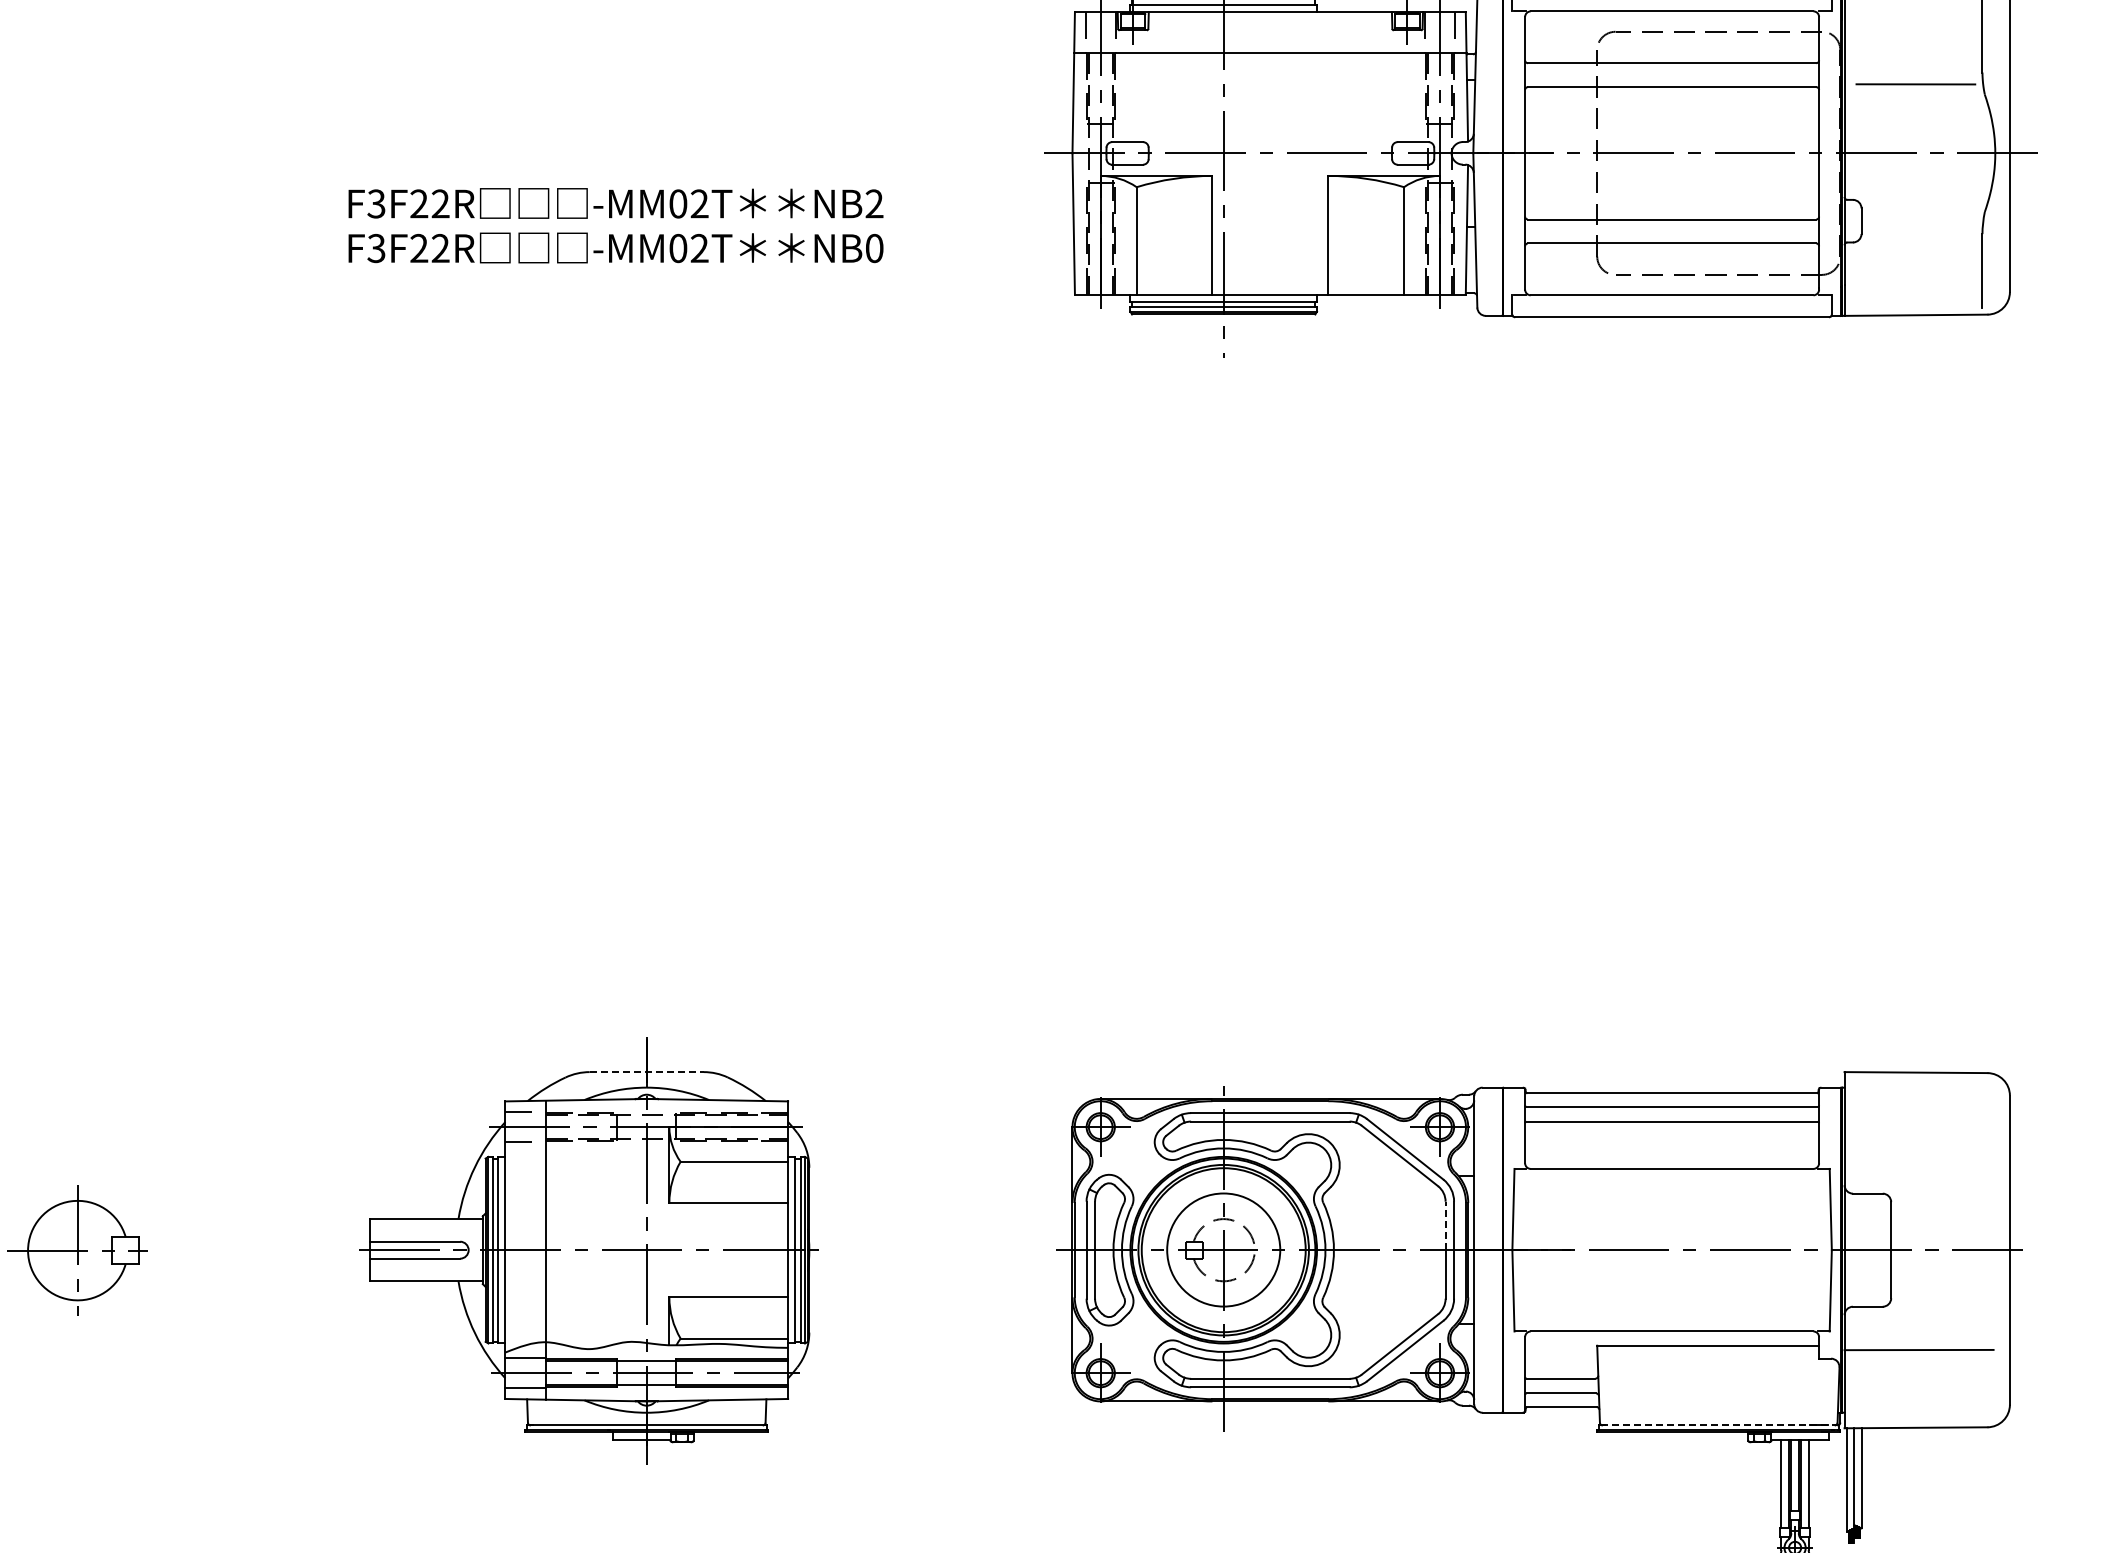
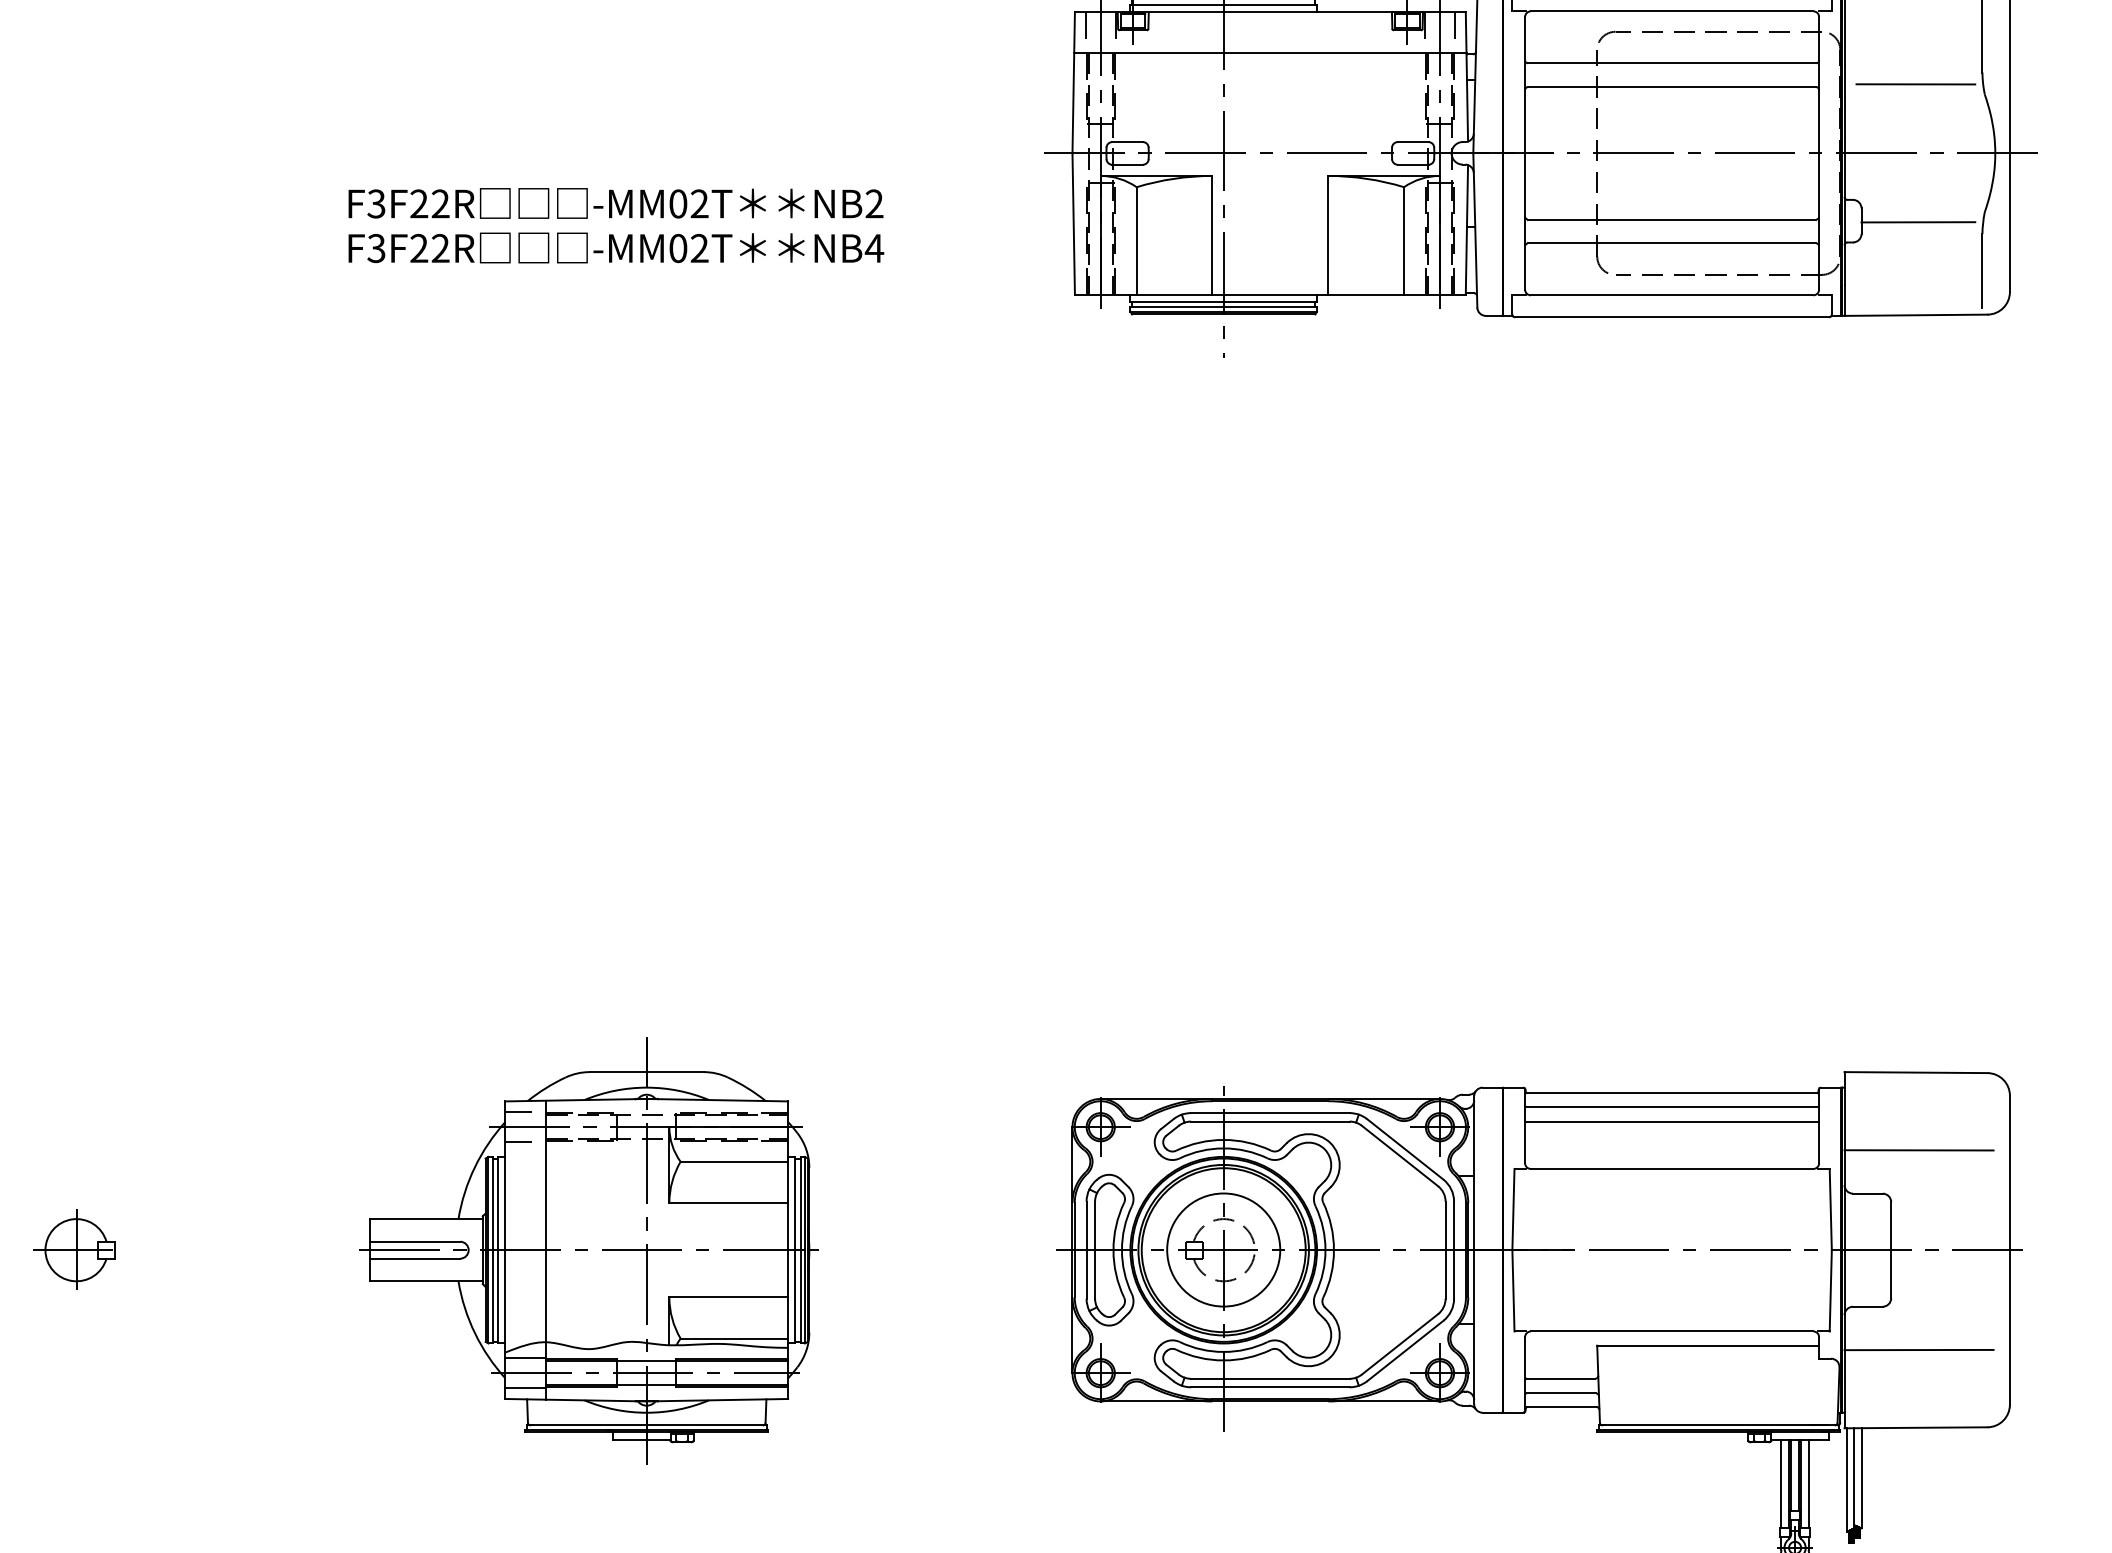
line at (1918, 222): none -> present
text at (874, 248): NB0 -> NB4
line at (647, 1072): dashed -> solid
line at (1918, 1150): none -> present
line at (1445, 1225): dashed -> solid
part at (76, 1250) size: 140x131 px -> 83x81 px
line at (1720, 1425): dashed -> solid
